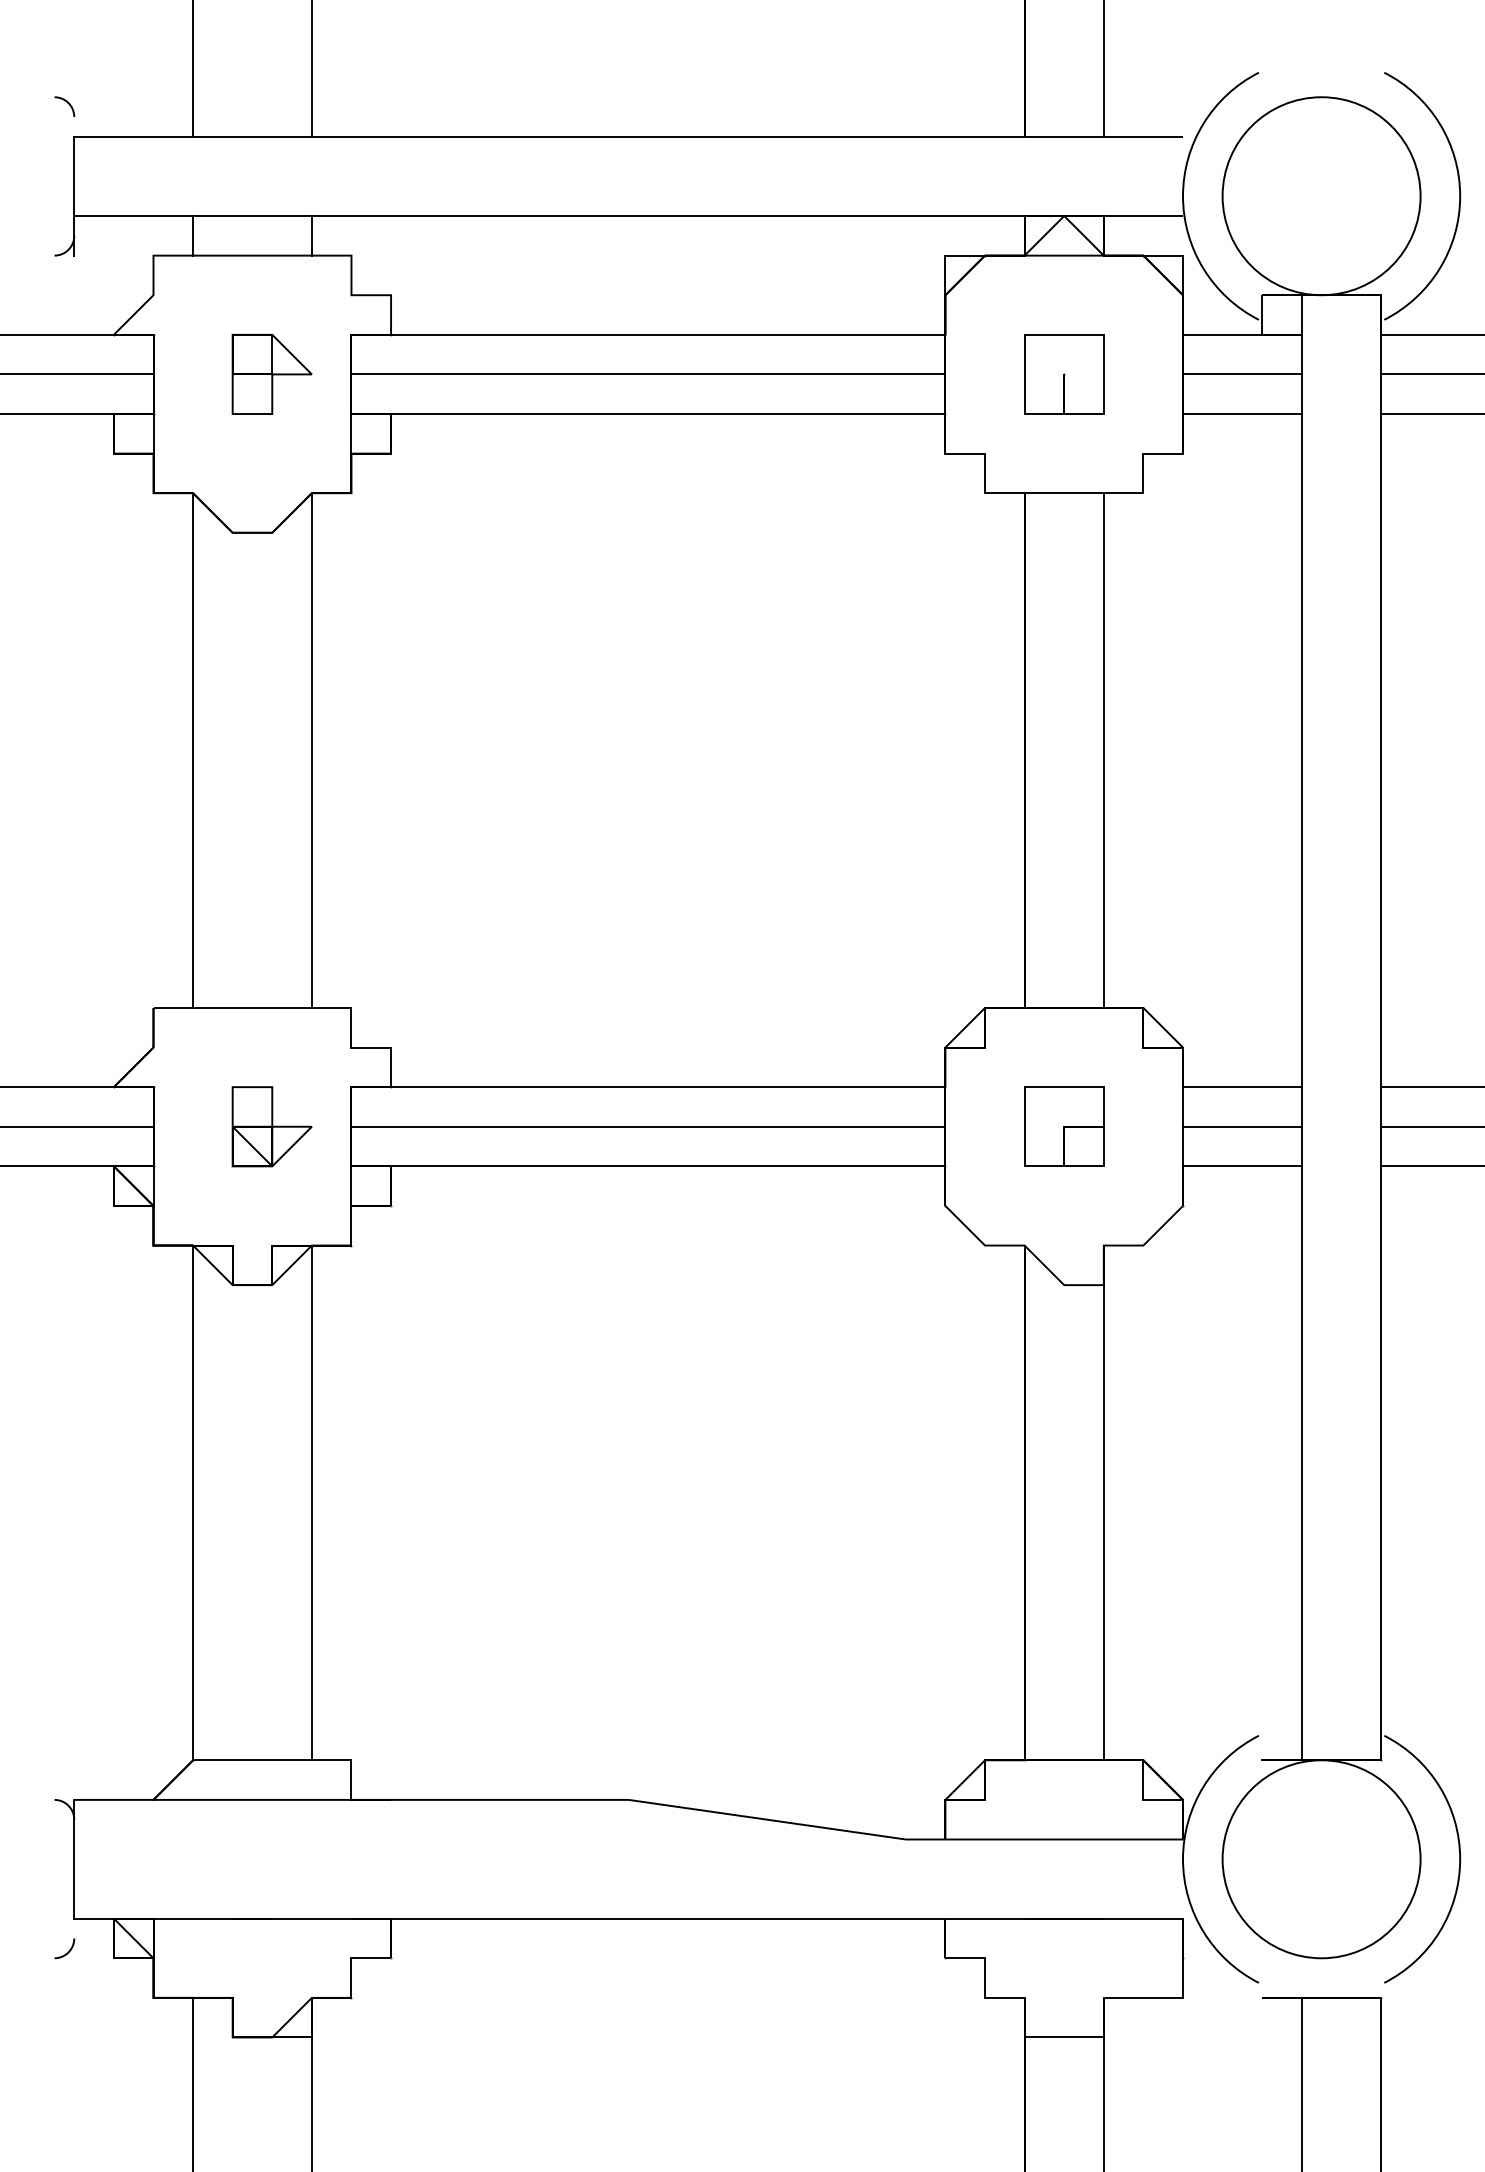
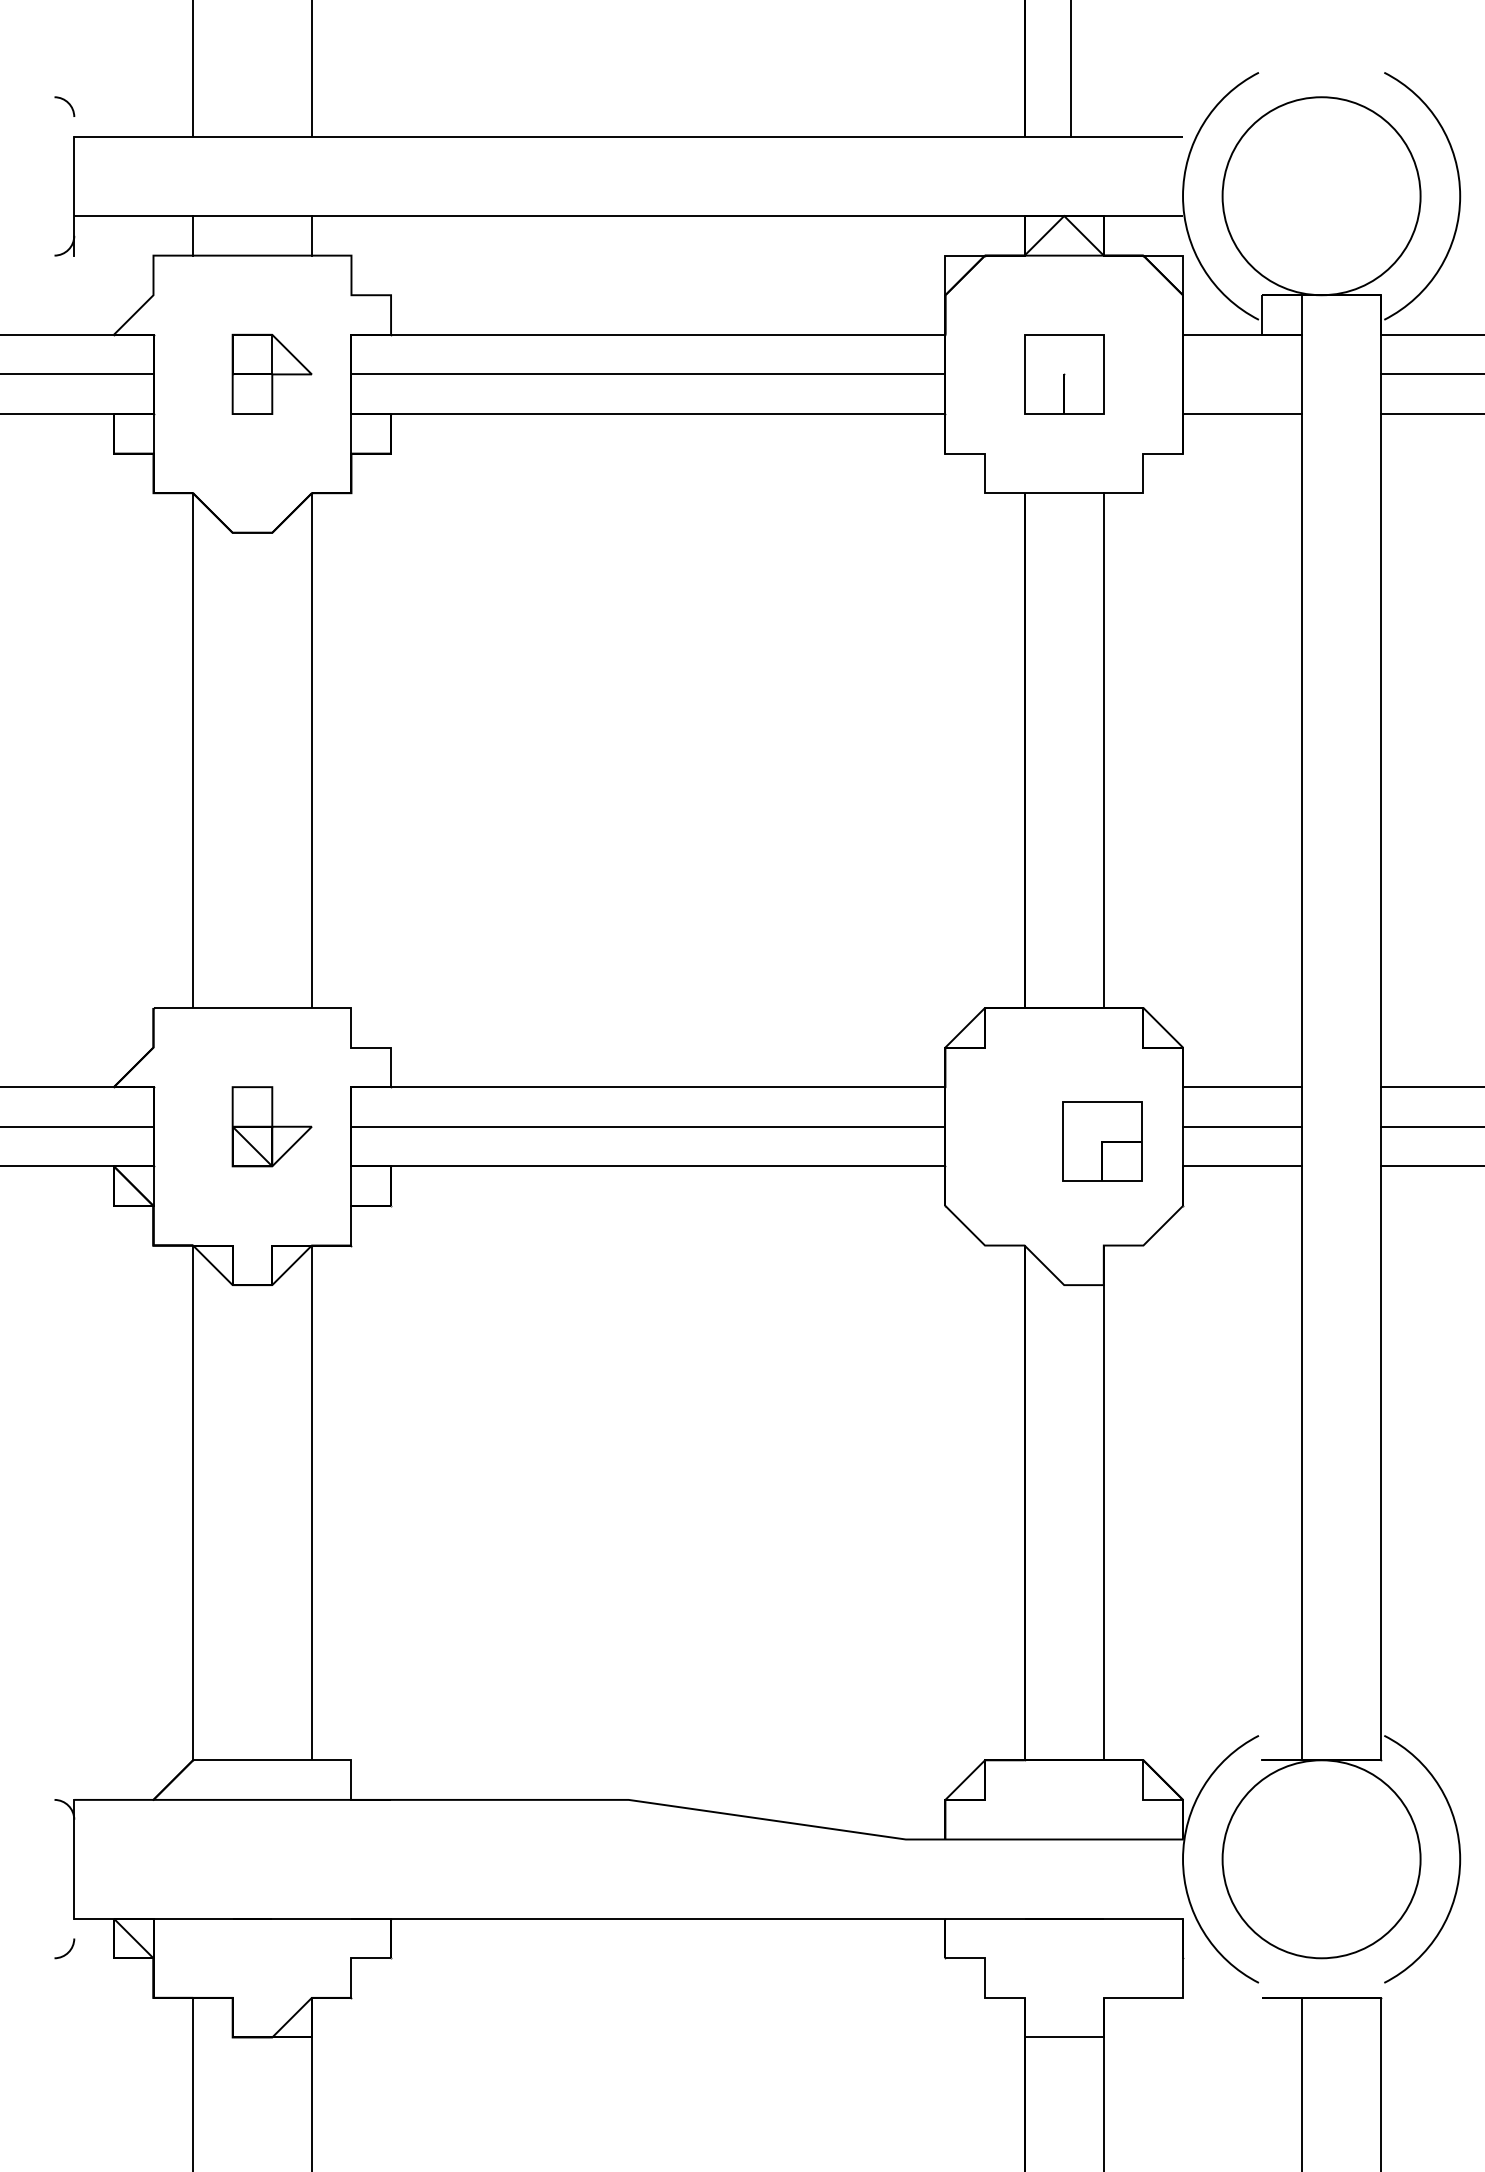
line at (1103, 69) position: (1103, 69) -> (1070, 69)
line at (1242, 374): present -> none
part at (1064, 1126) position: (1064, 1126) -> (1102, 1141)
